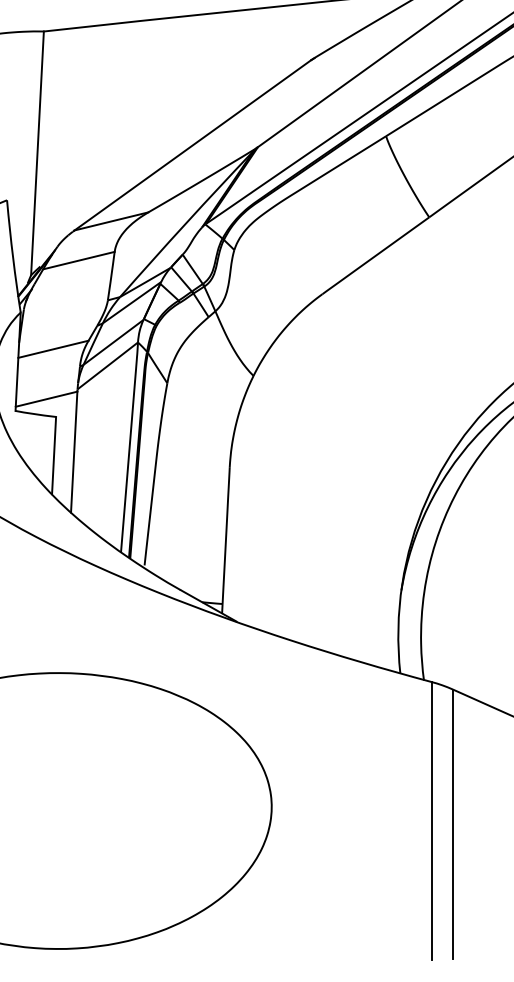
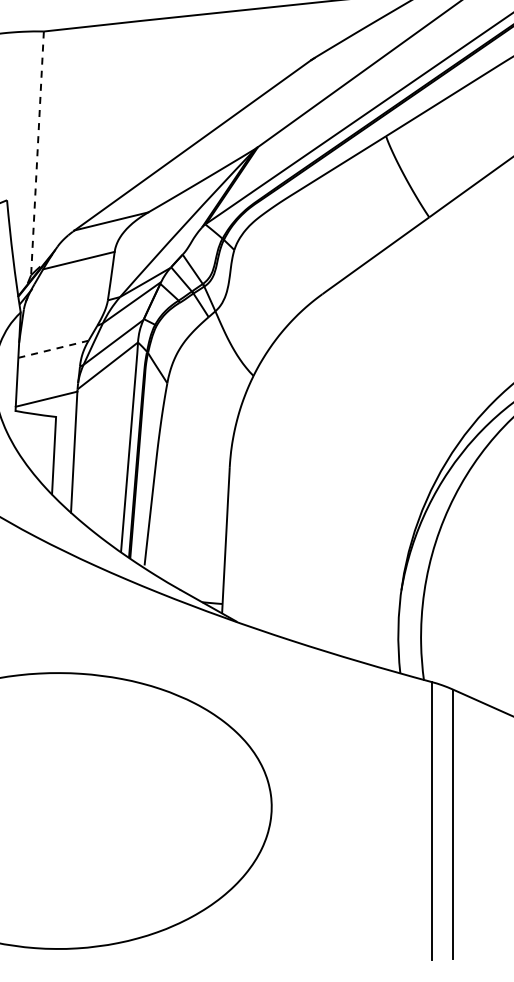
line at (37, 153): solid -> dashed
line at (53, 349): solid -> dashed
